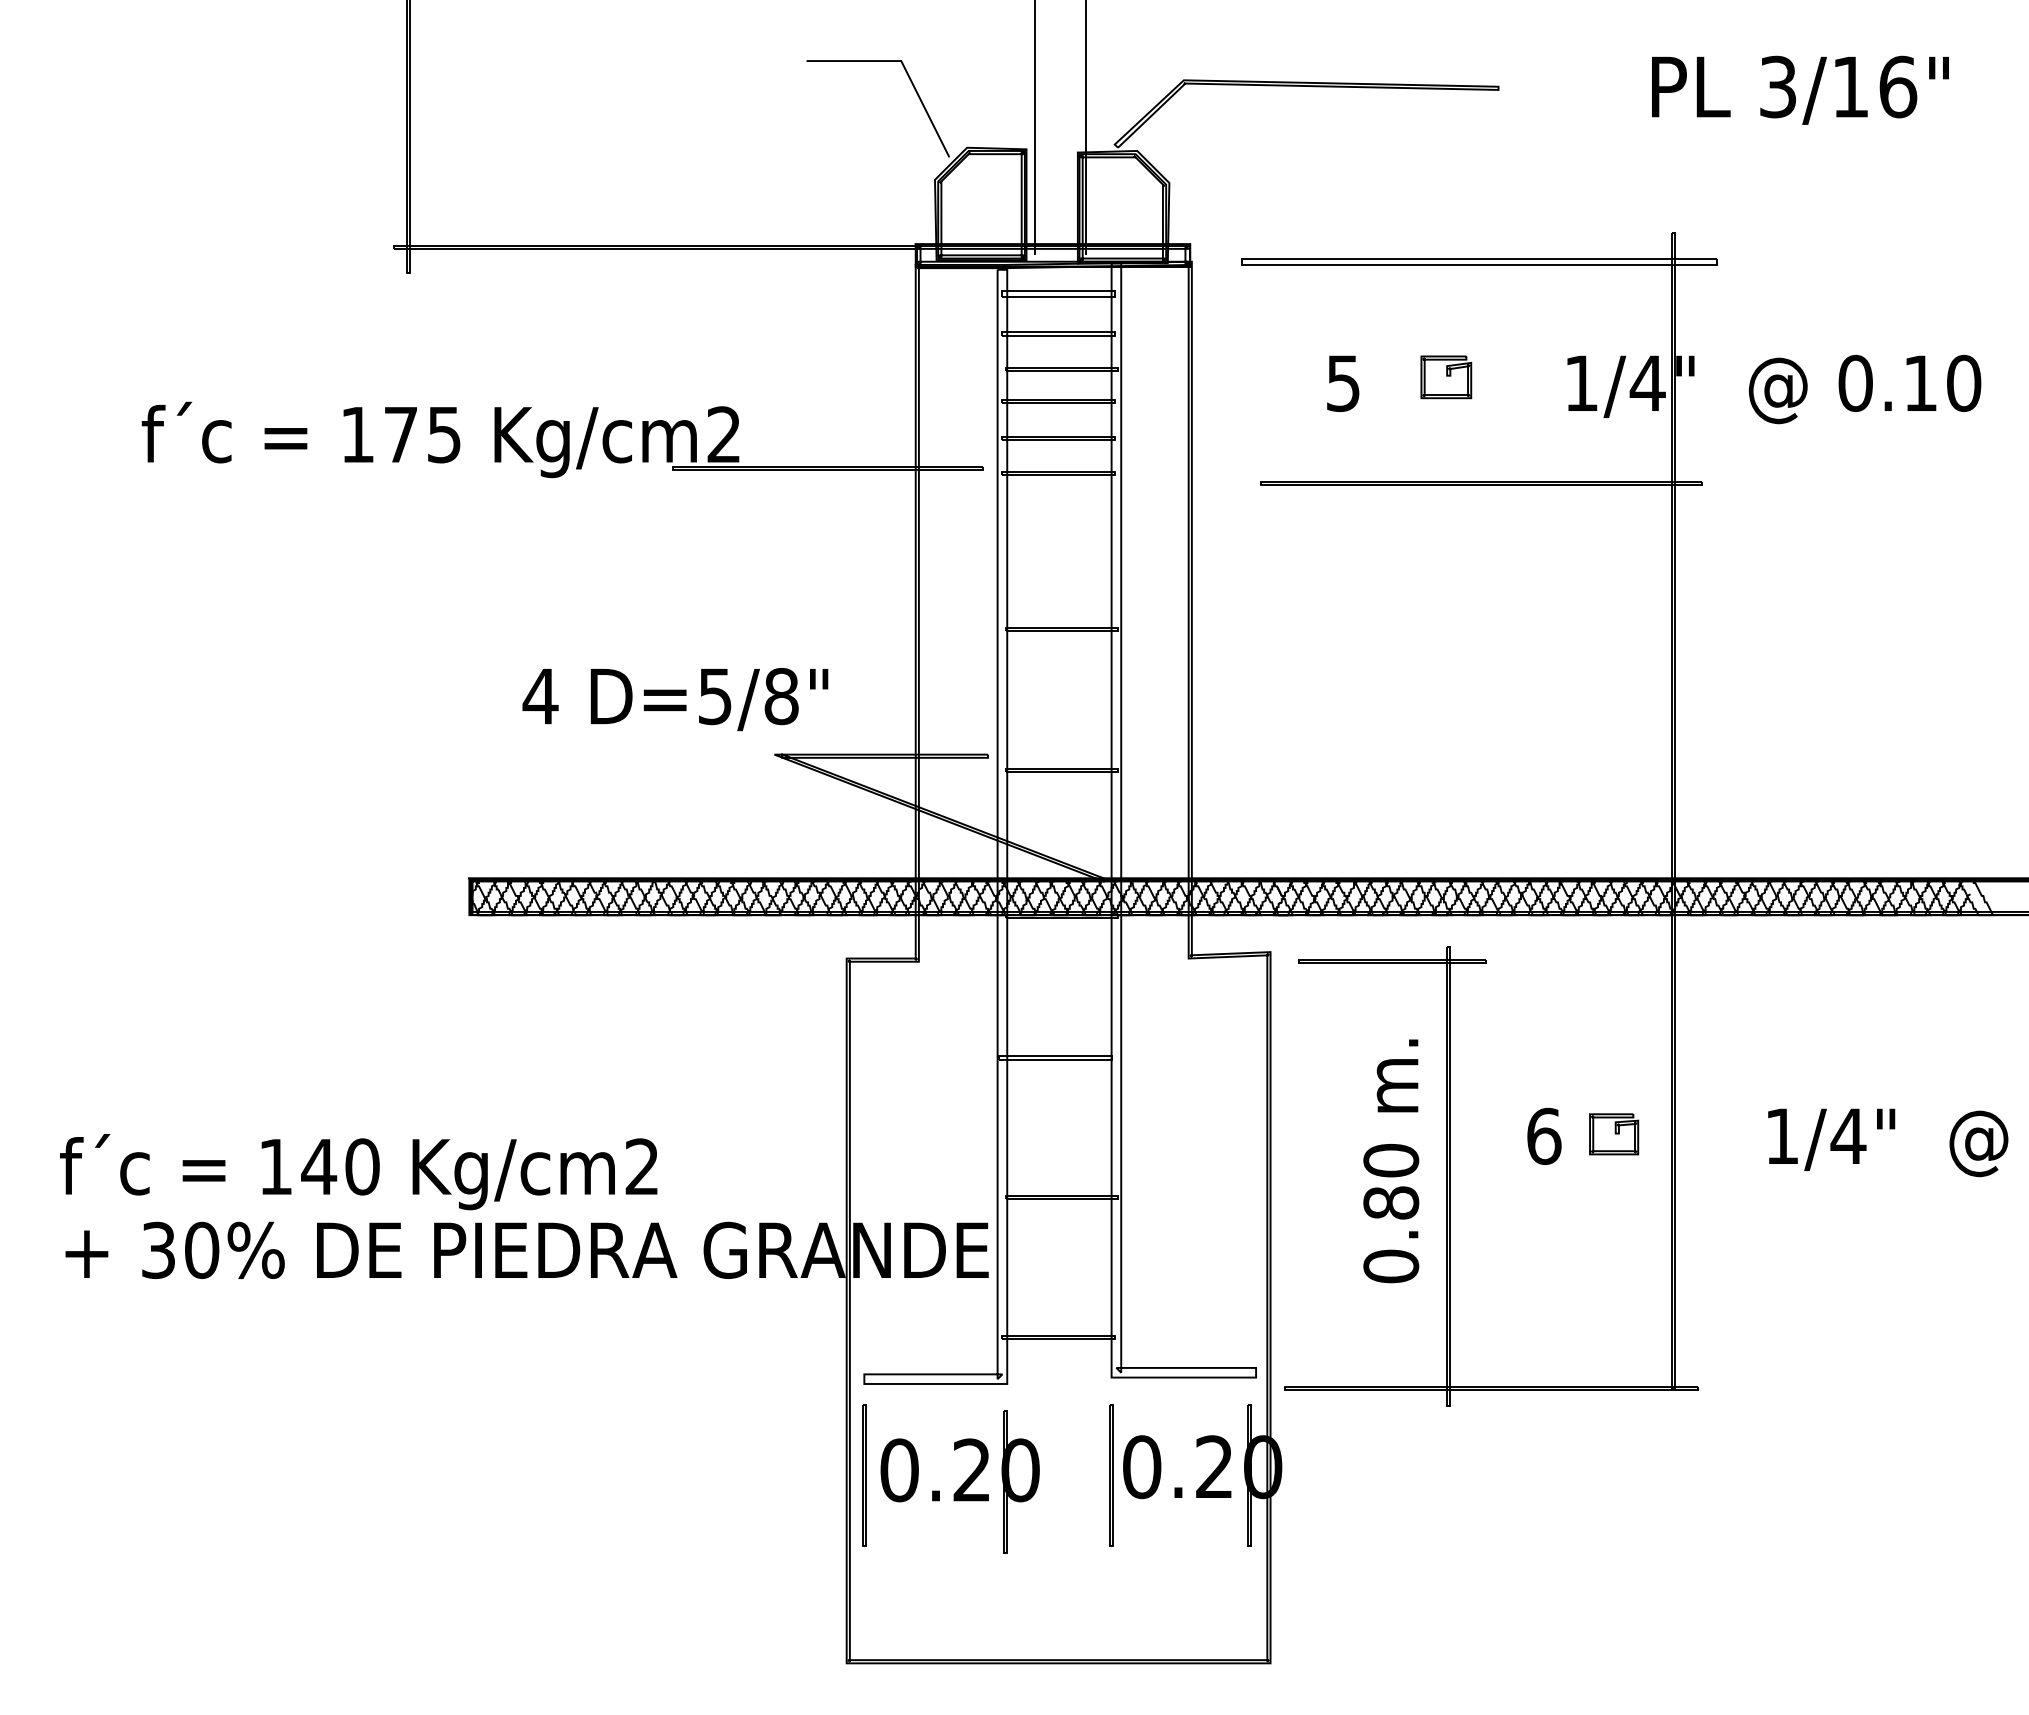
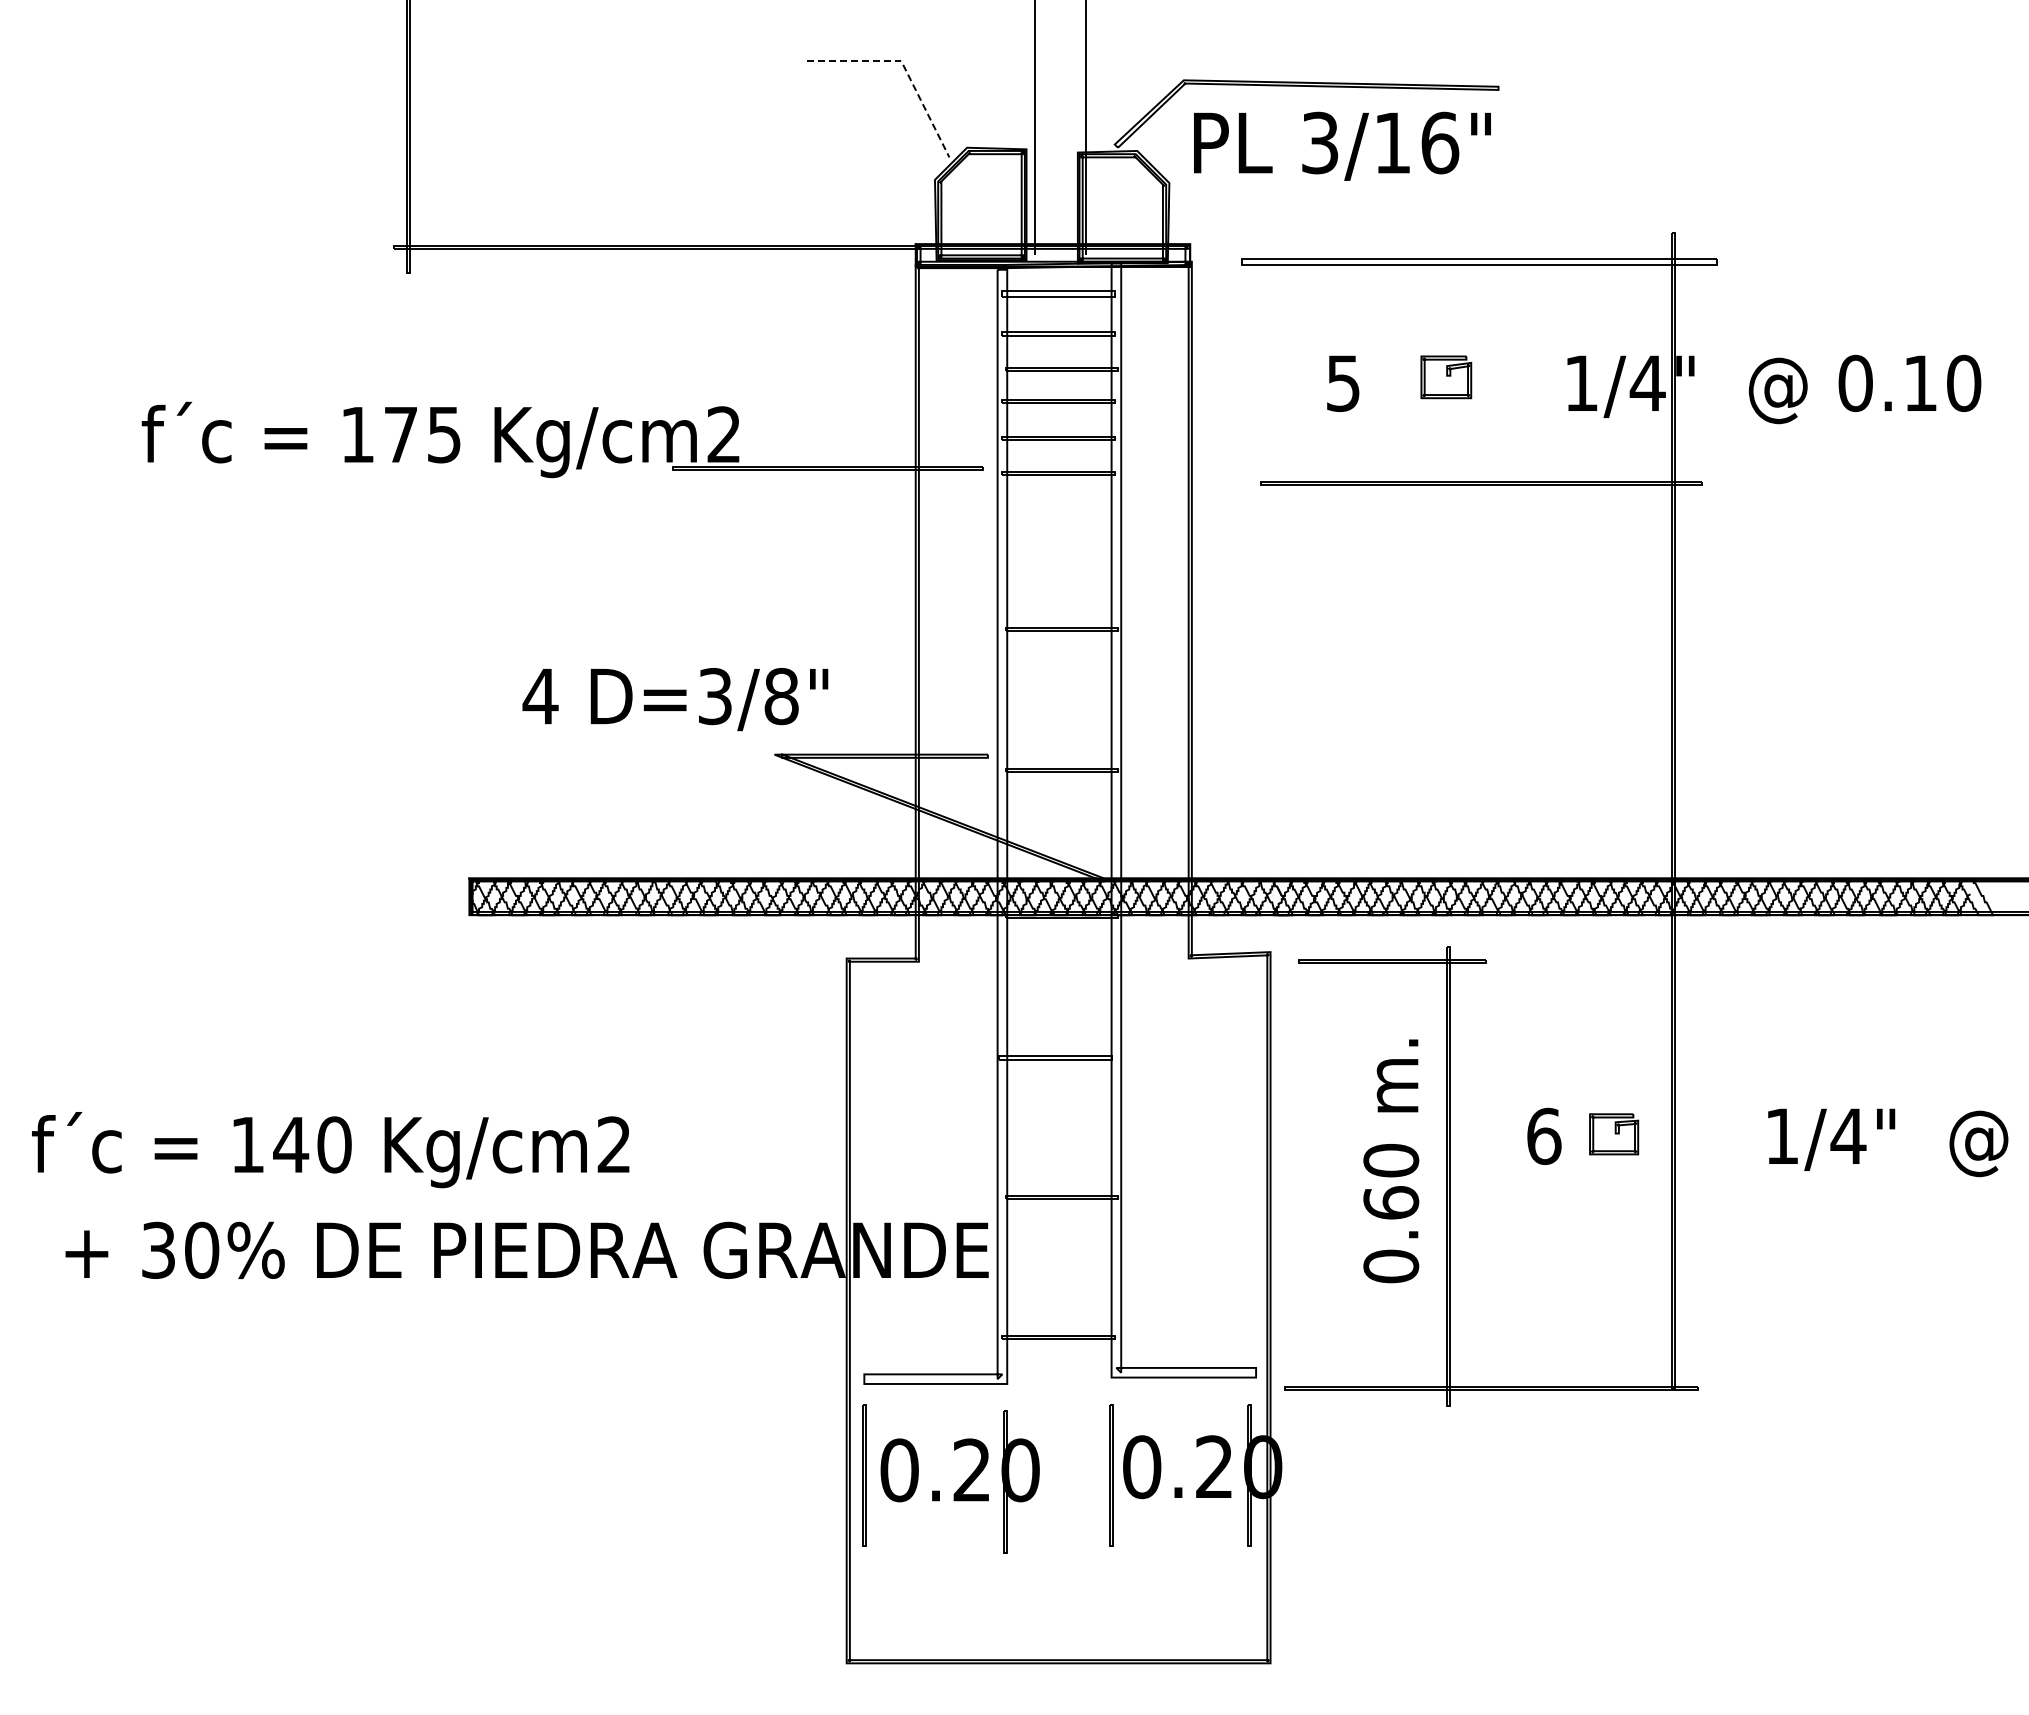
line at (903, 66): solid -> dashed
text at (1800, 89) position: (1800, 89) -> (1342, 145)
text at (715, 696): D=5/8" -> D=3/8"
text at (358, 1172) position: (358, 1172) -> (330, 1150)
text at (1391, 1202): 0.80 -> 0.60
